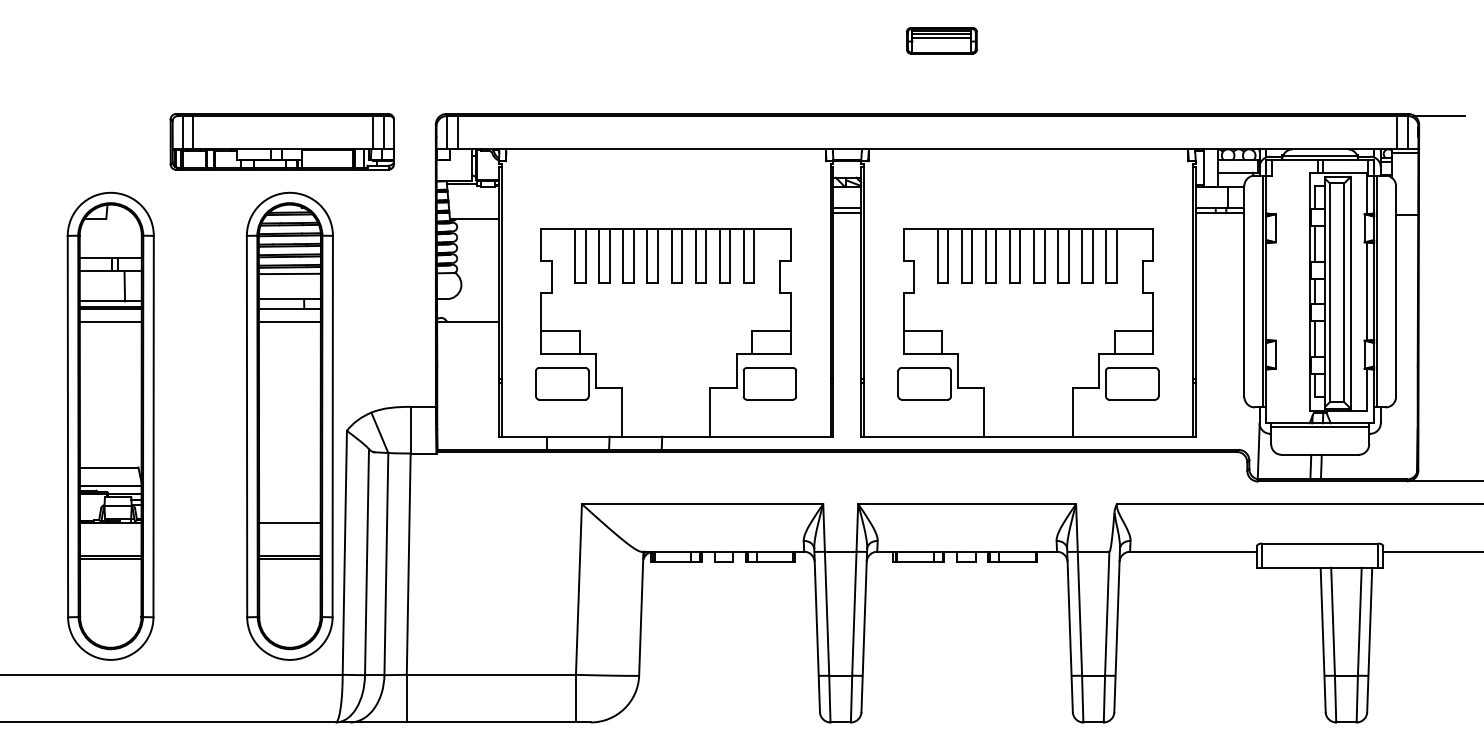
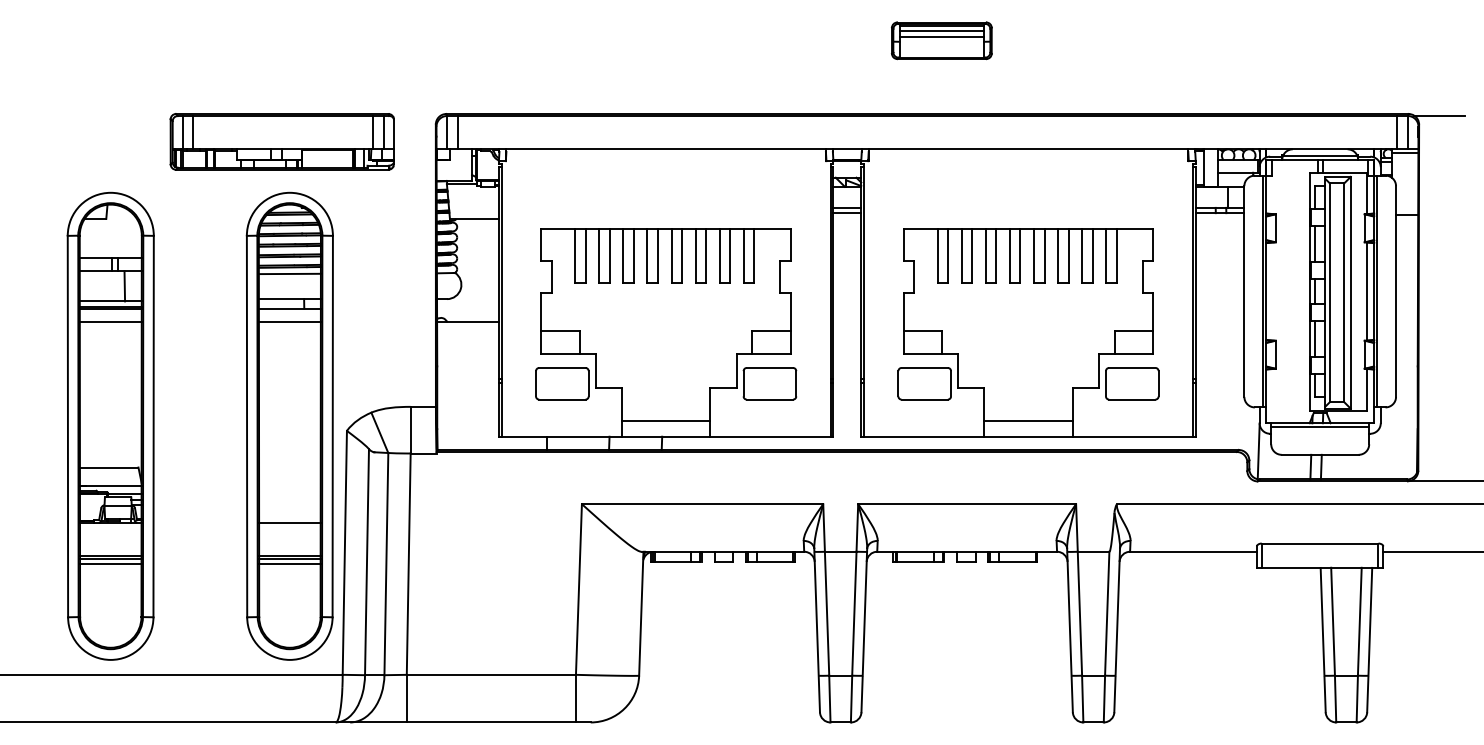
part at (941, 40) size: 72x28 px -> 102x40 px
line at (665, 420): none -> present
line at (1028, 420): none -> present
line at (110, 564): none -> present
line at (289, 564): none -> present
